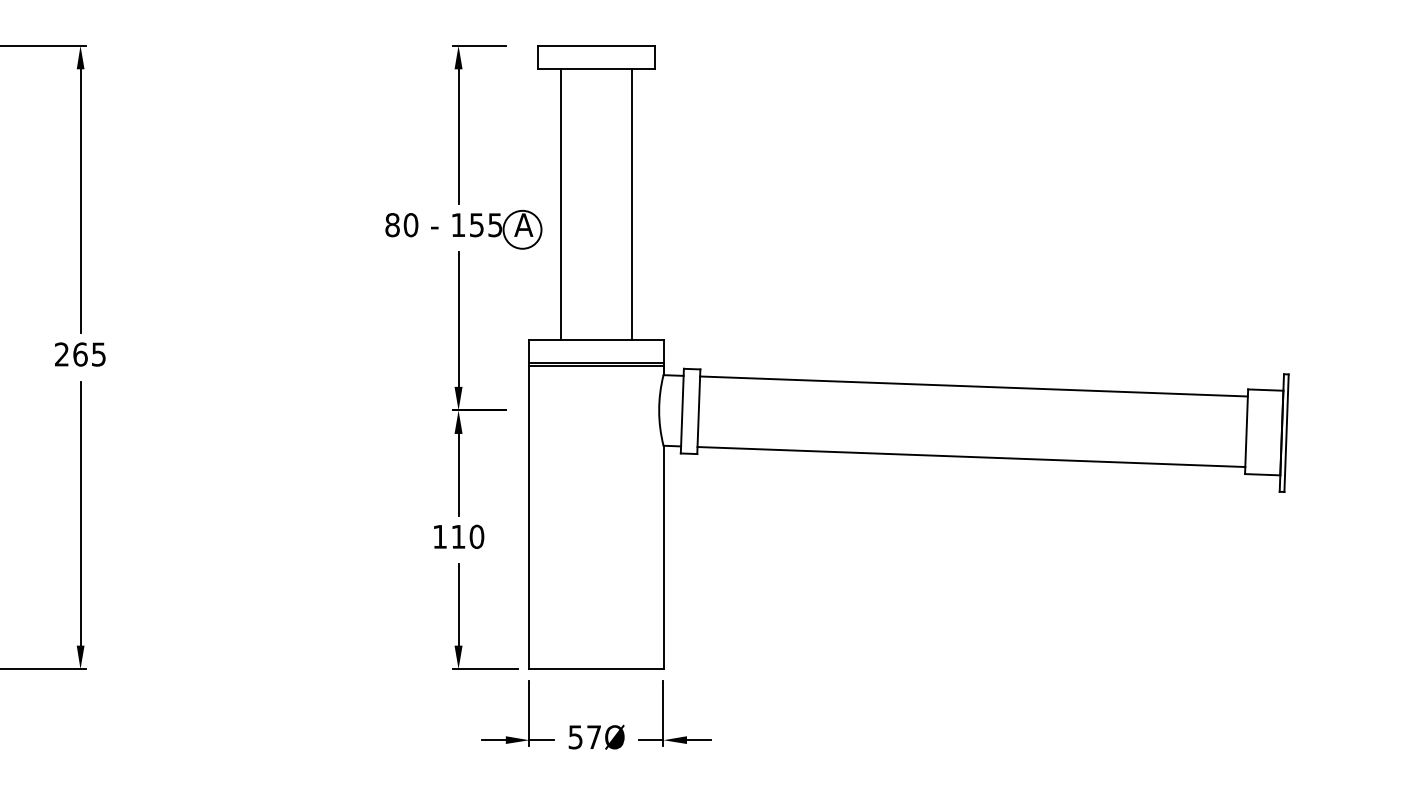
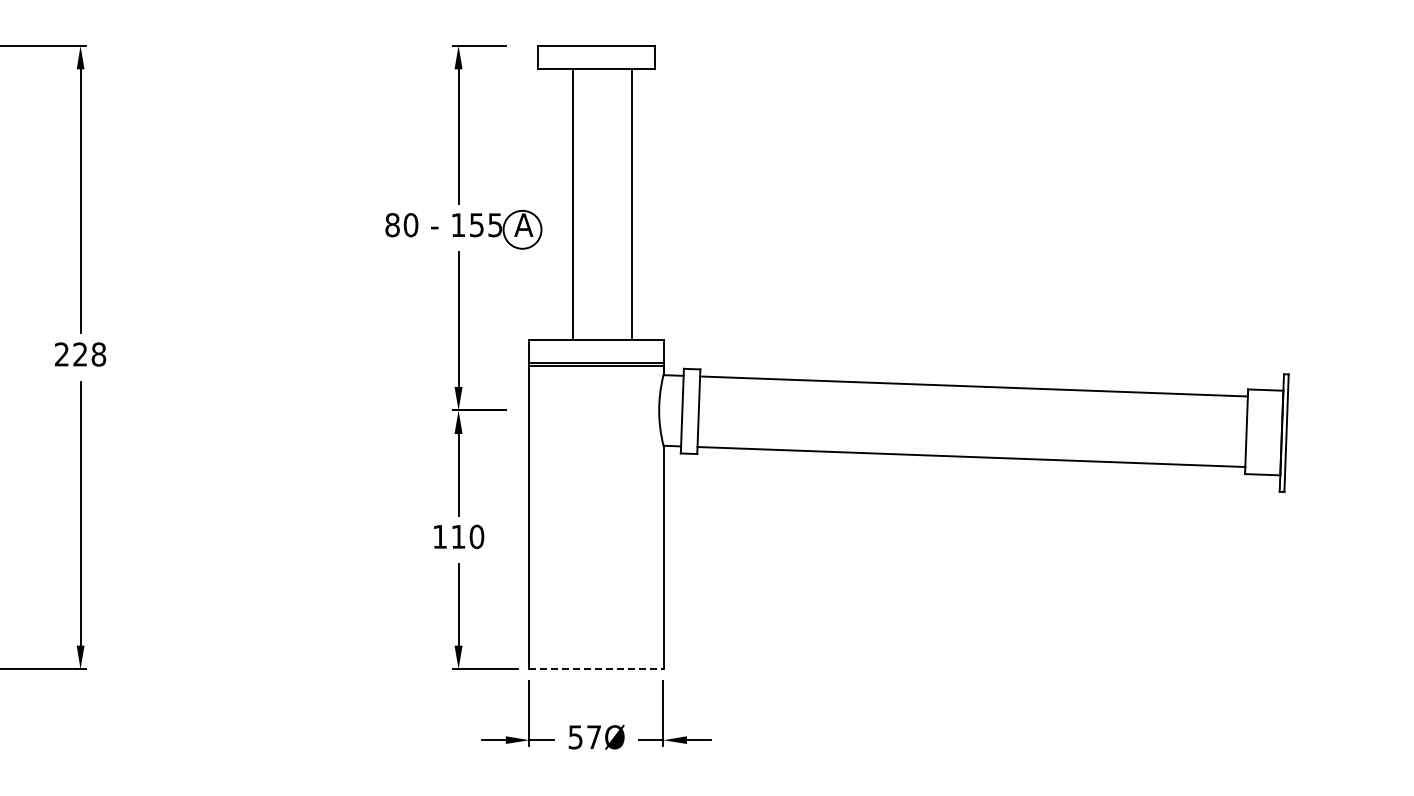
line at (561, 204) position: (561, 204) -> (573, 204)
text at (89, 354): 265 -> 228
line at (597, 669): solid -> dashed
